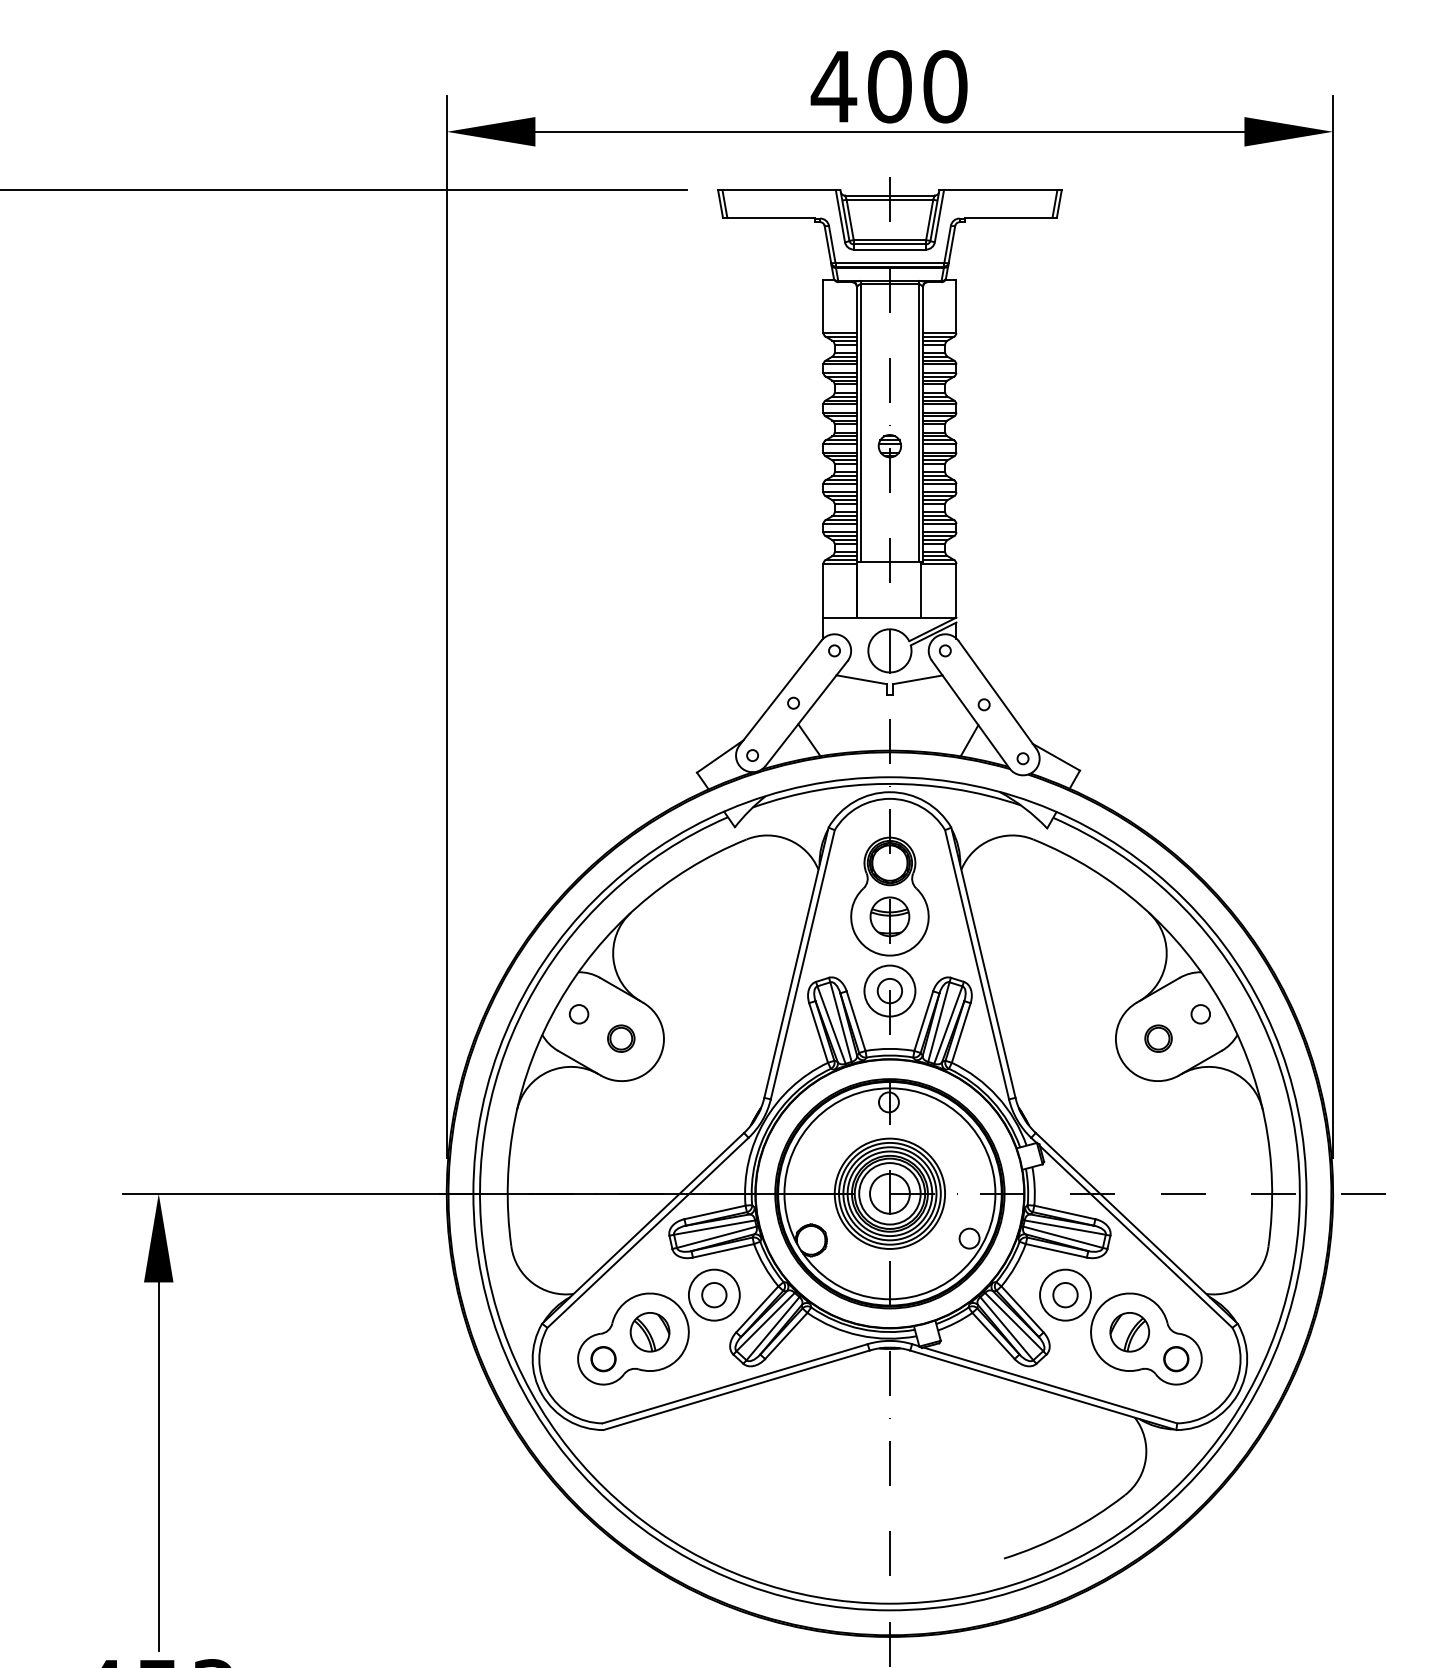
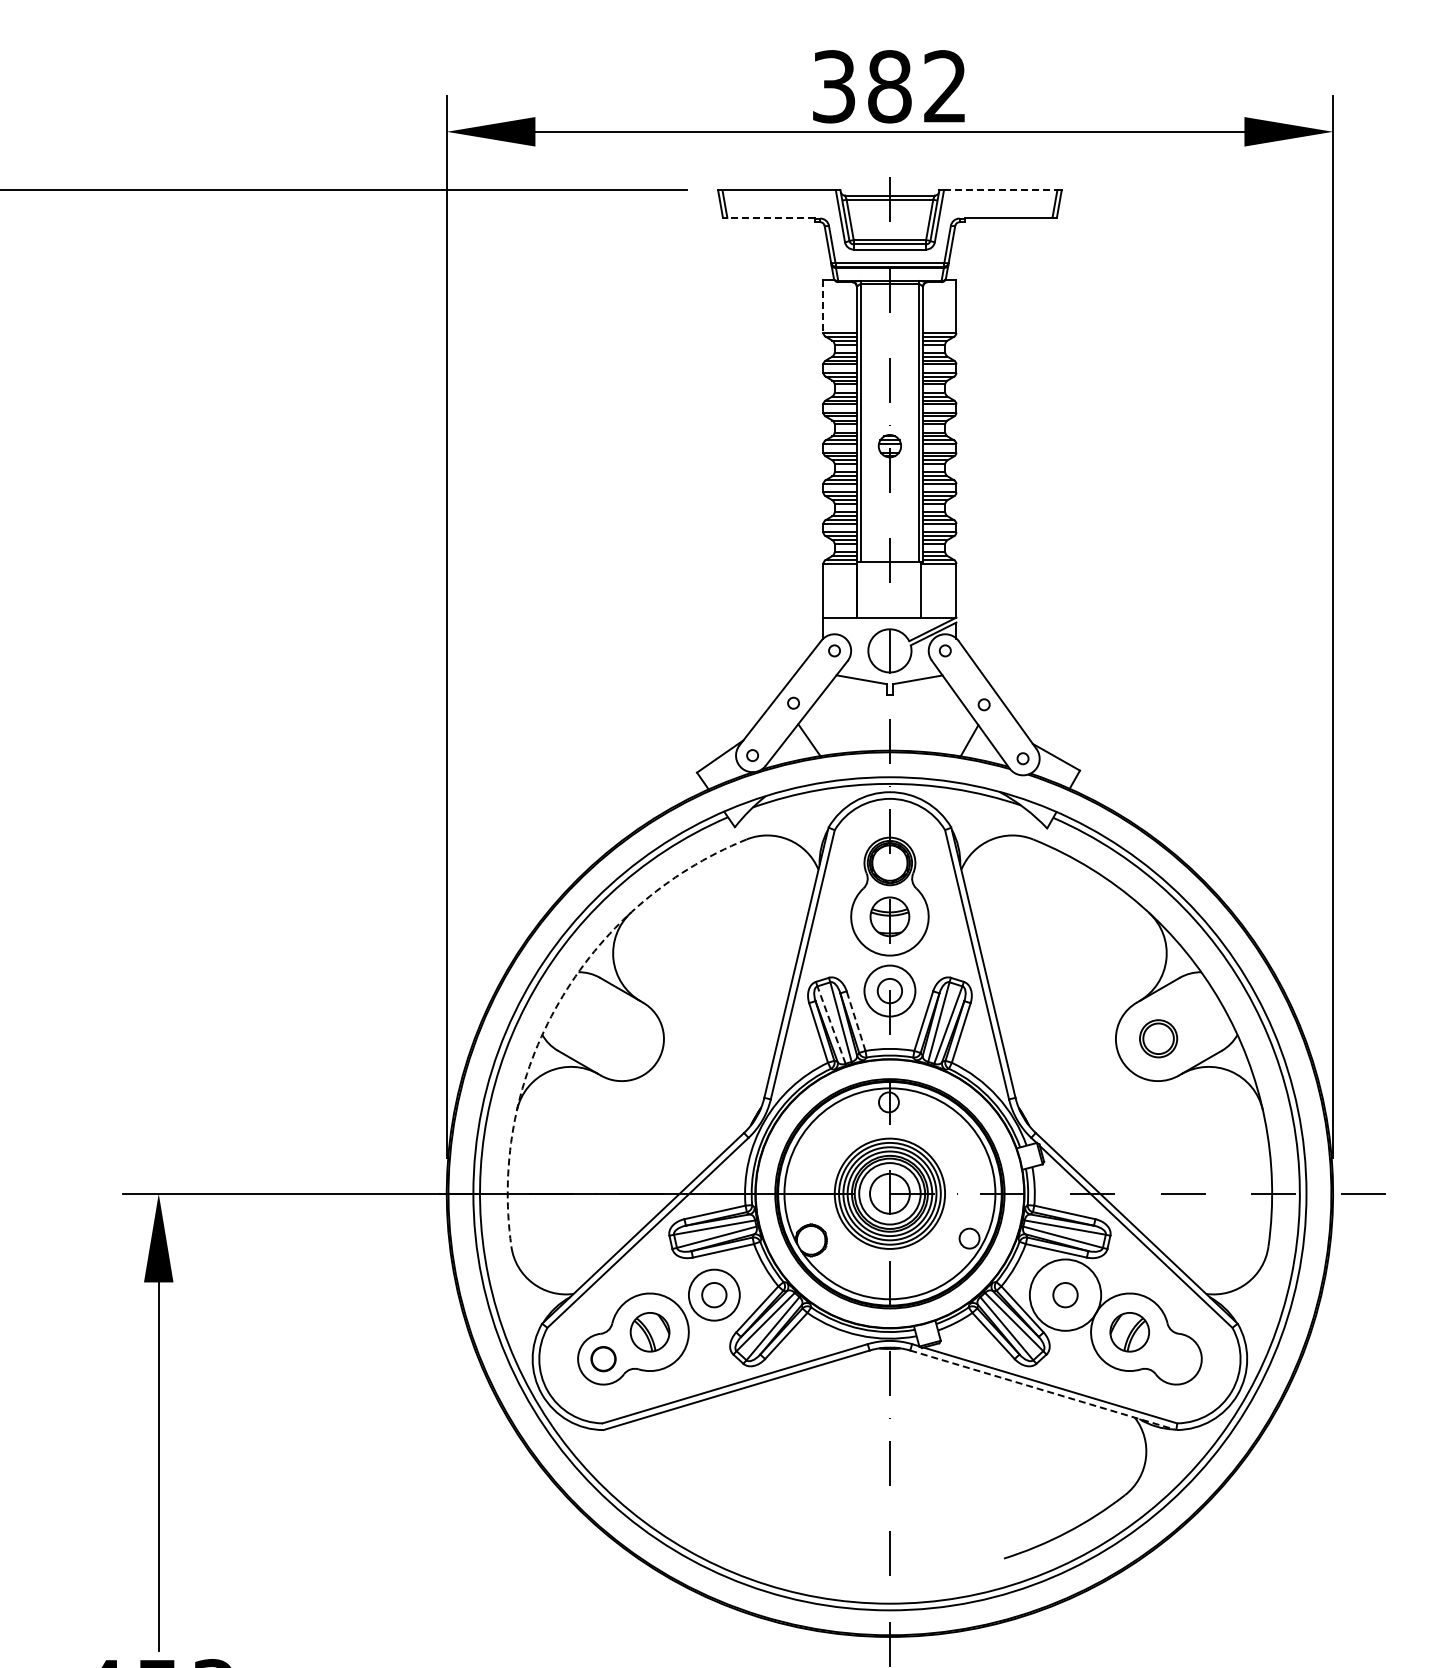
text at (888, 86): 400 -> 382
line at (1000, 190): solid -> dashed
line at (770, 217): solid -> dashed
line at (823, 306): solid -> dashed
arc at (558, 1002): solid -> dashed
circle at (578, 1014): present -> none
circle at (1200, 1014): present -> none
line at (855, 1020): solid -> dashed
line at (831, 1024): solid -> dashed
part at (621, 1038): present -> none
part at (1158, 1038) size: 29x29 px -> 40x40 px
circle at (1065, 1294) diameter: 51 px -> 71 px
circle at (1176, 1359): present -> none
line at (1043, 1390): solid -> dashed
